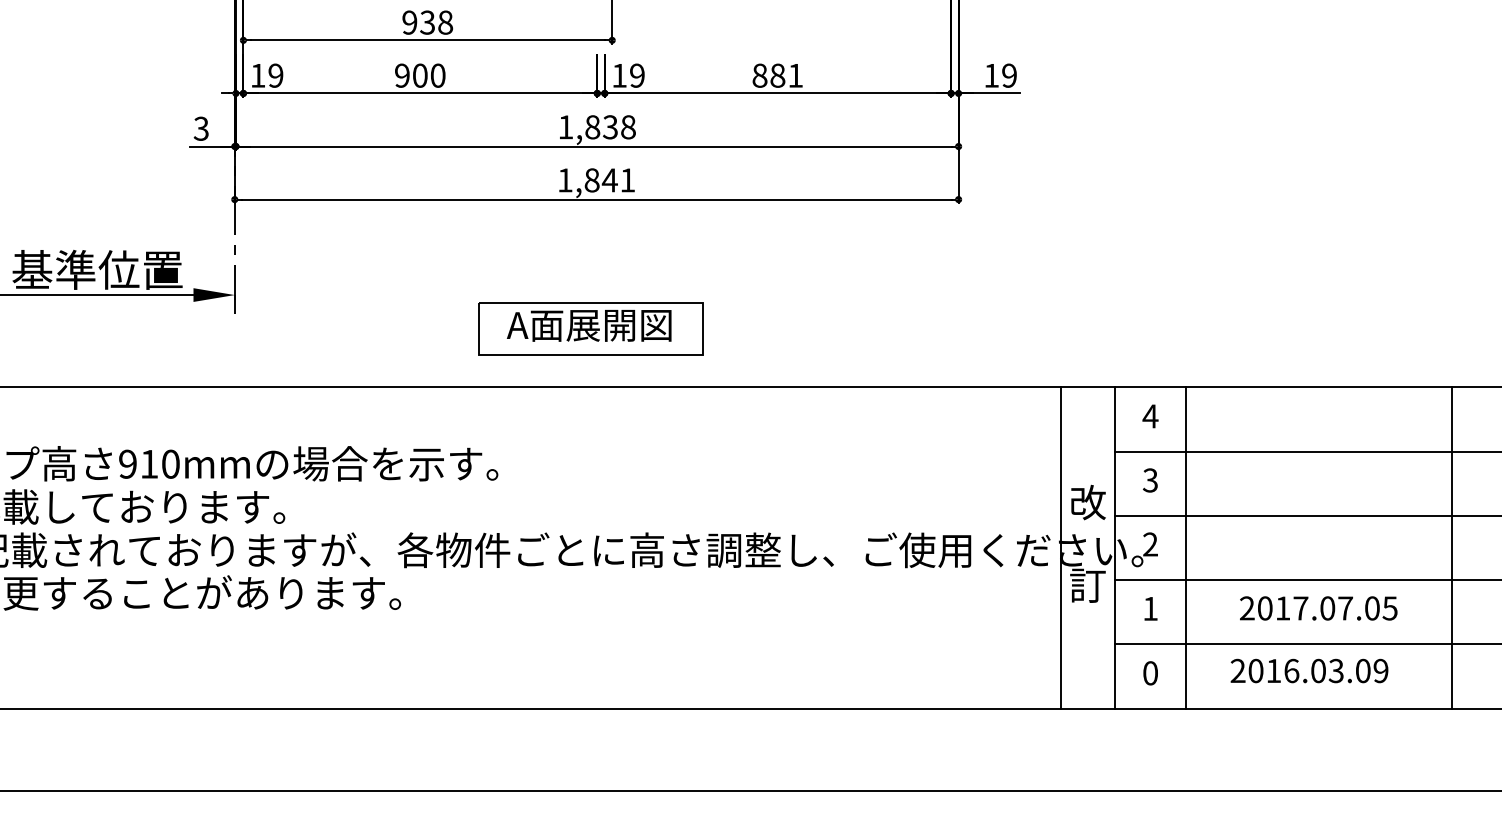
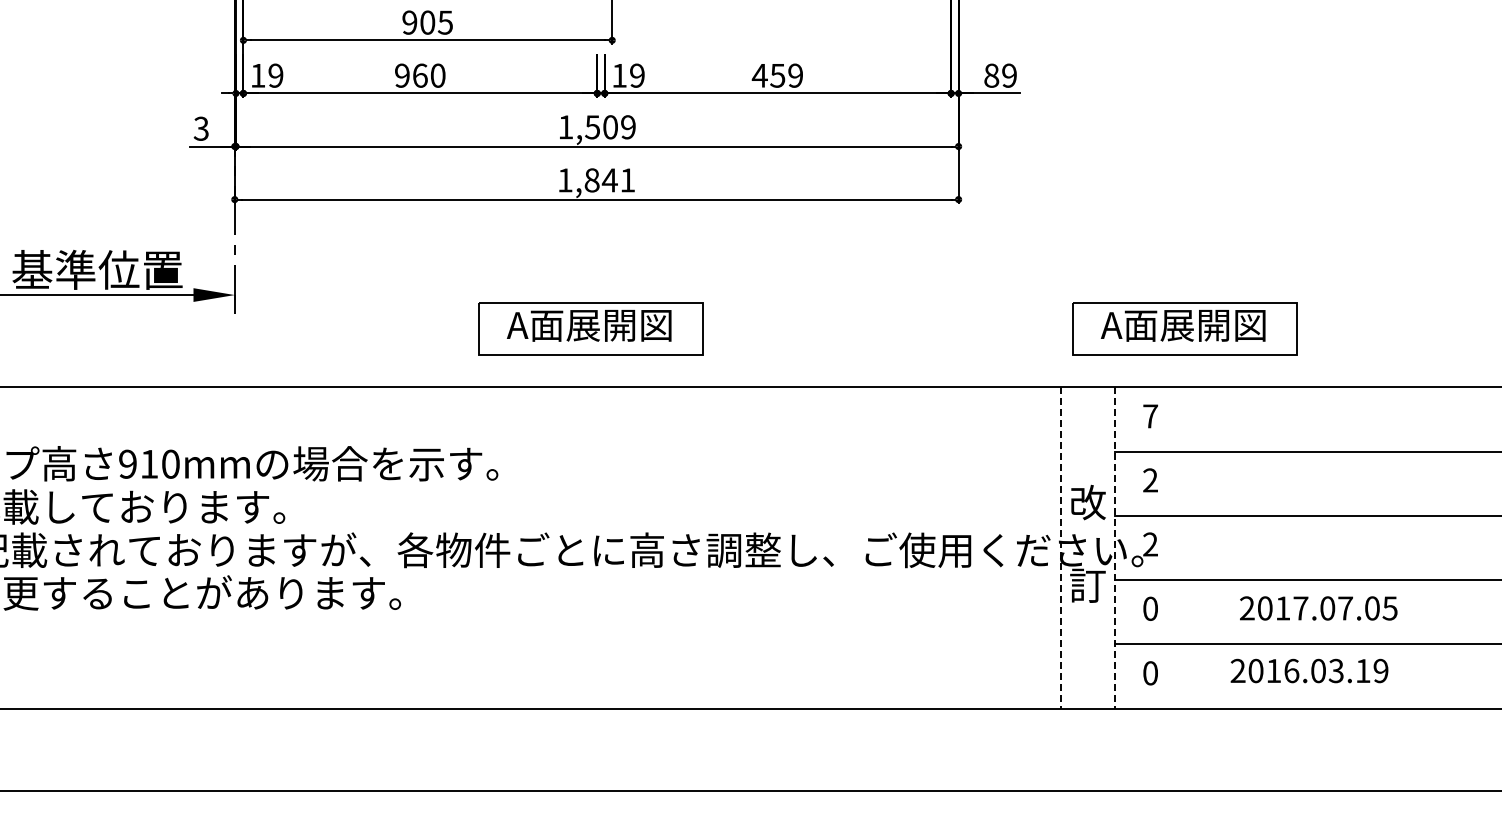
text at (436, 22): 938 -> 905
text at (420, 75): 900 -> 960
text at (776, 75): 881 -> 459
text at (991, 75): 19 -> 89
text at (610, 127): 1,838 -> 1,509
part at (1184, 328): none -> present
text at (1150, 416): 4 -> 7
text at (1149, 480): 3 -> 2
line at (1186, 547): present -> none
line at (1451, 547): present -> none
line at (1060, 548): solid -> dashed
line at (1115, 548): solid -> dashed
text at (1150, 608): 1 -> 0
text at (1363, 670): 2016.03.09 -> 2016.03.19
